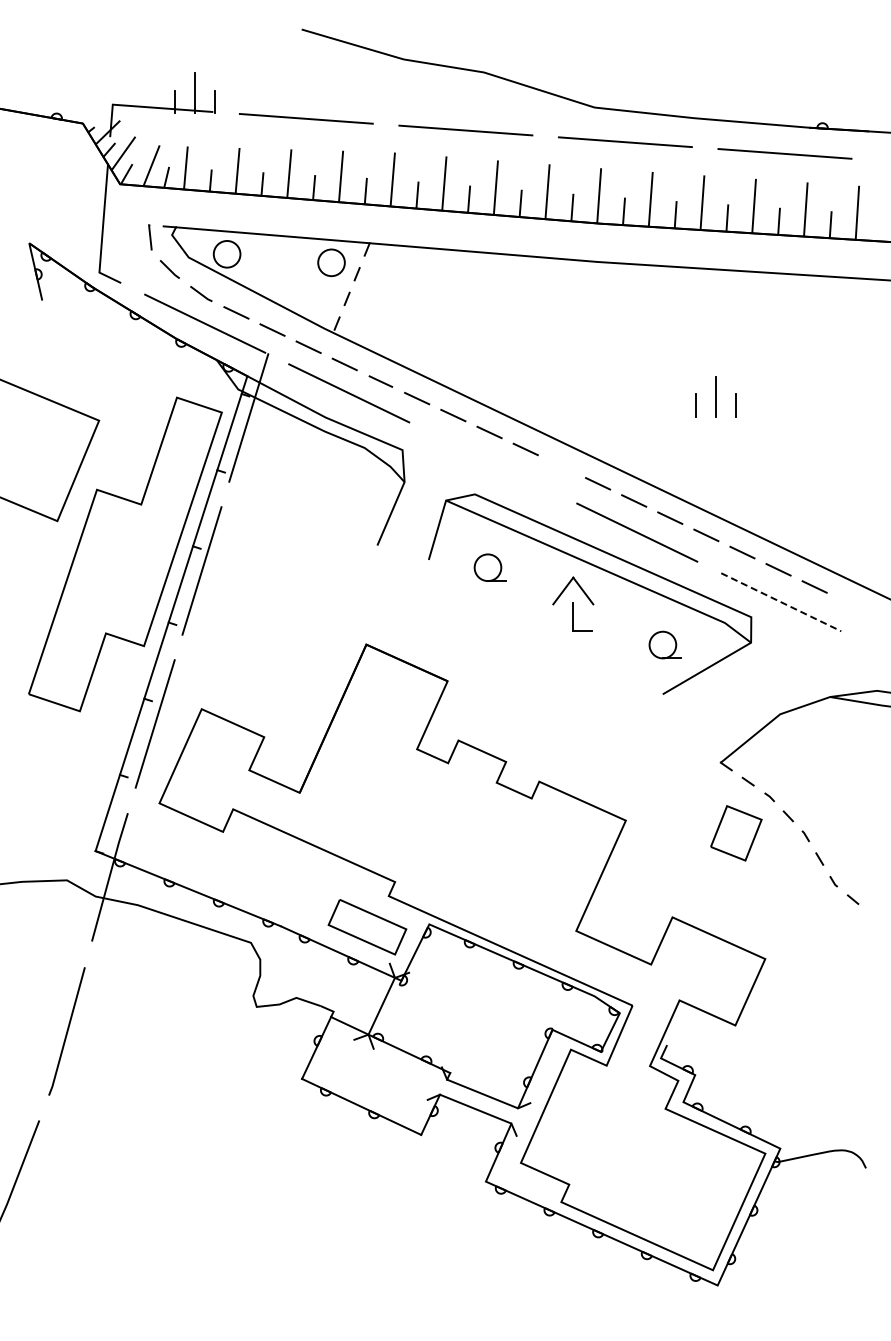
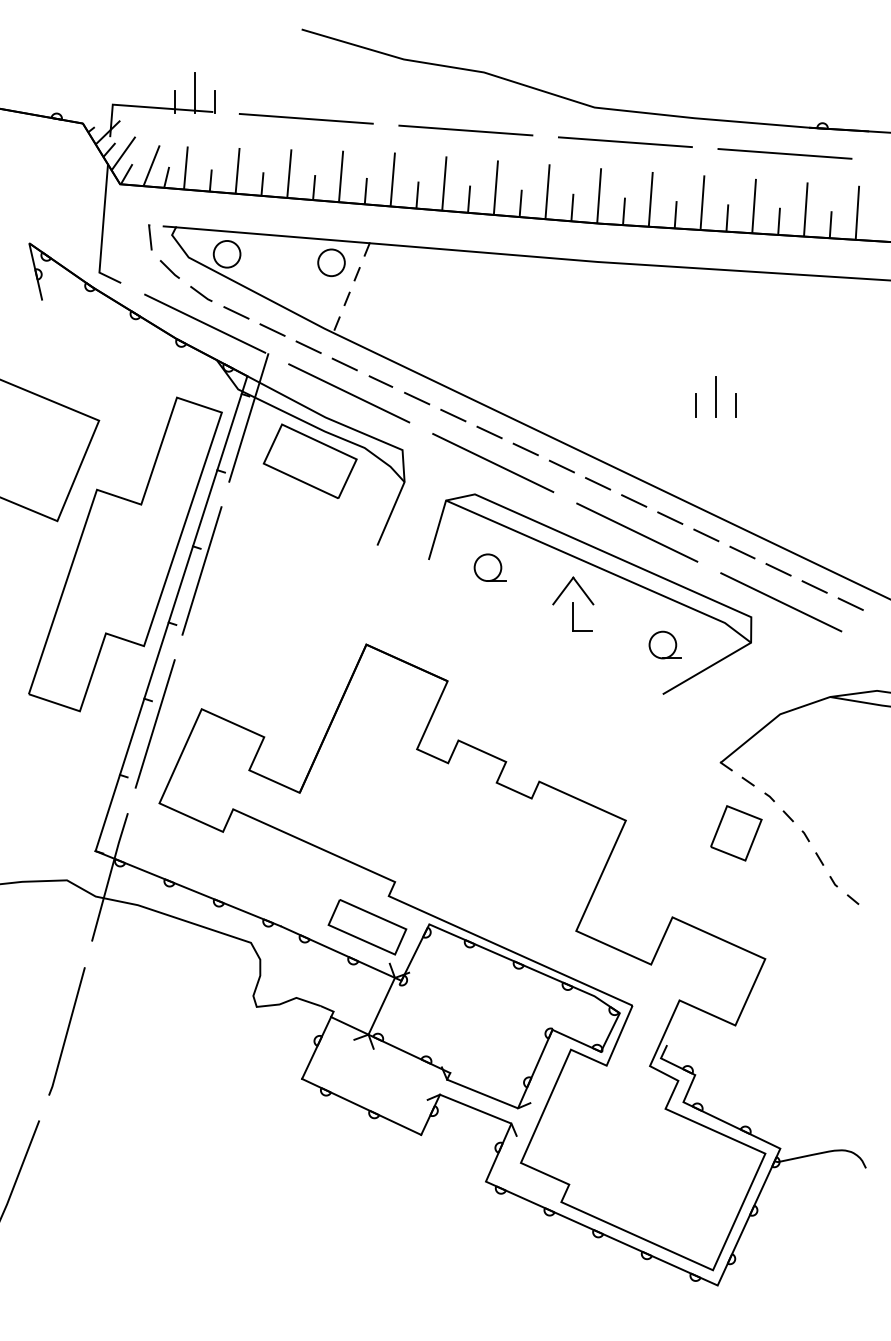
part at (309, 460): none -> present
line at (493, 462): none -> present
line at (561, 466): none -> present
line at (781, 602): dashed -> solid
line at (850, 603): none -> present
